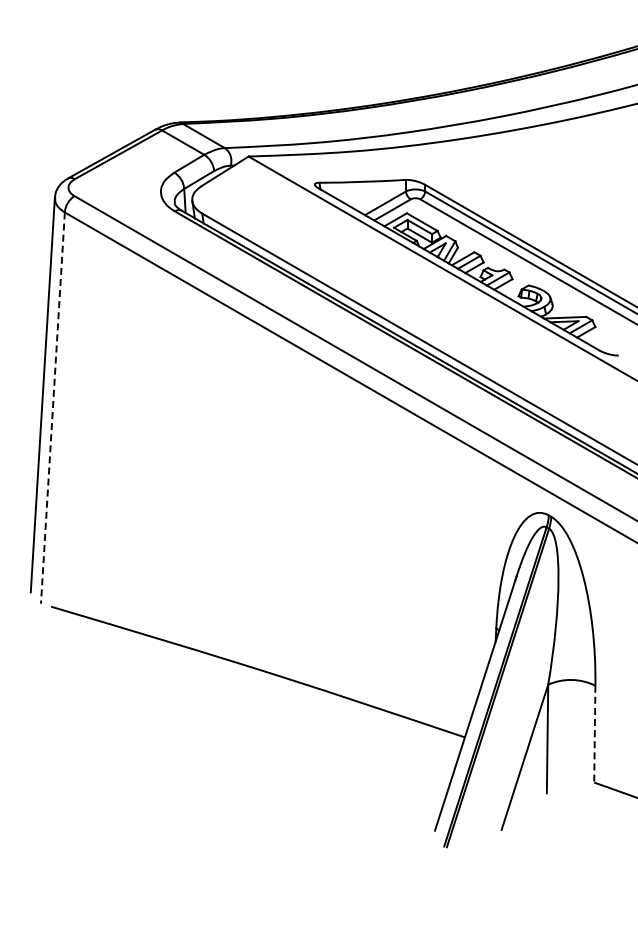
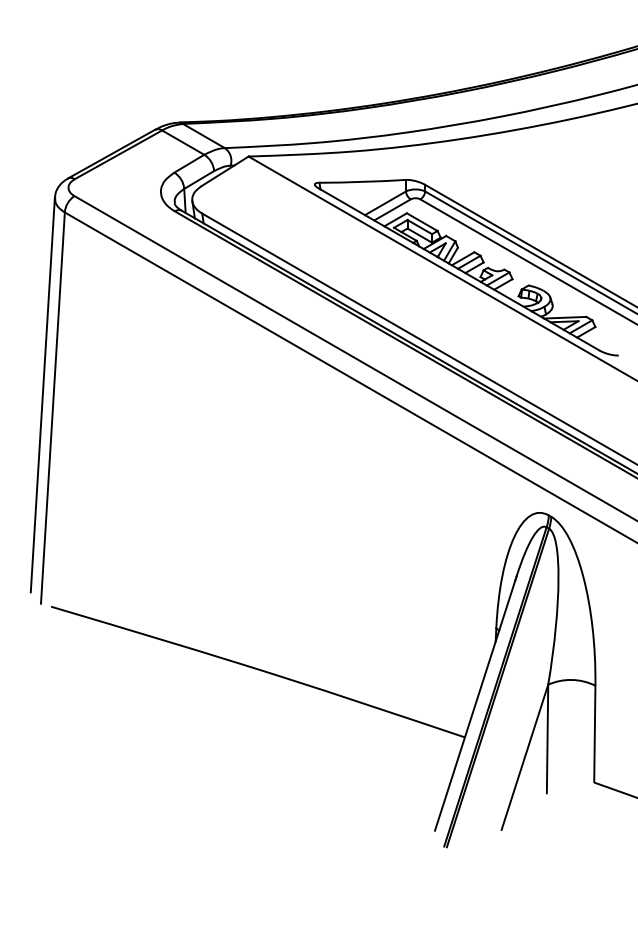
line at (52, 408): dashed -> solid
line at (594, 734): dashed -> solid
